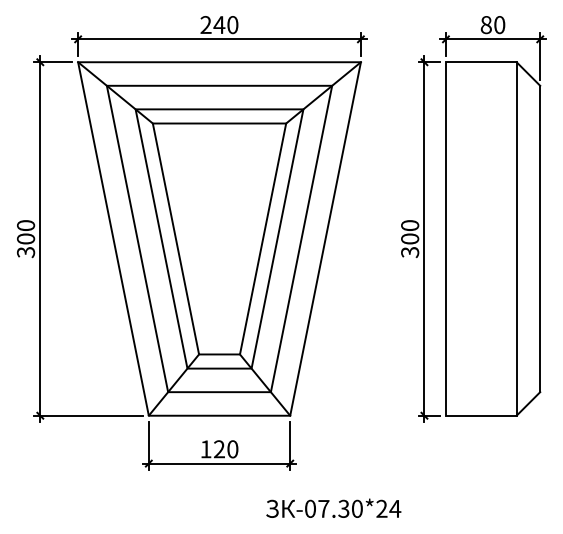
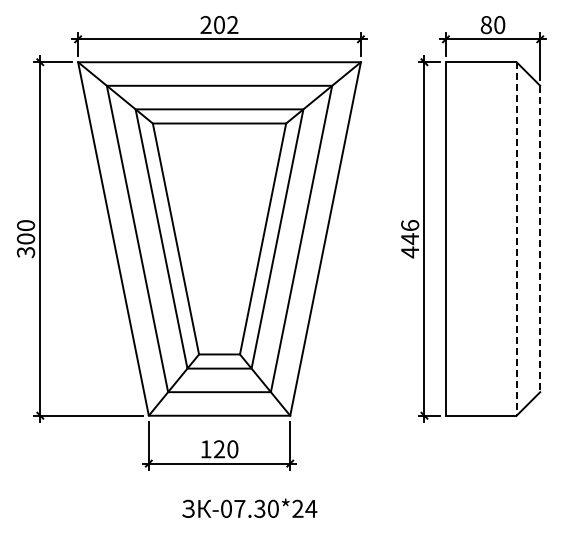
text at (225, 25): 240 -> 202
line at (516, 238): solid -> dashed
text at (410, 239): 300 -> 446
line at (540, 239): solid -> dashed
text at (333, 507) position: (333, 507) -> (249, 507)
